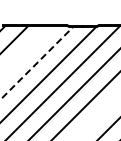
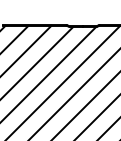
line at (26, 49): none -> present
line at (37, 63): dashed -> solid
line at (97, 117): none -> present
